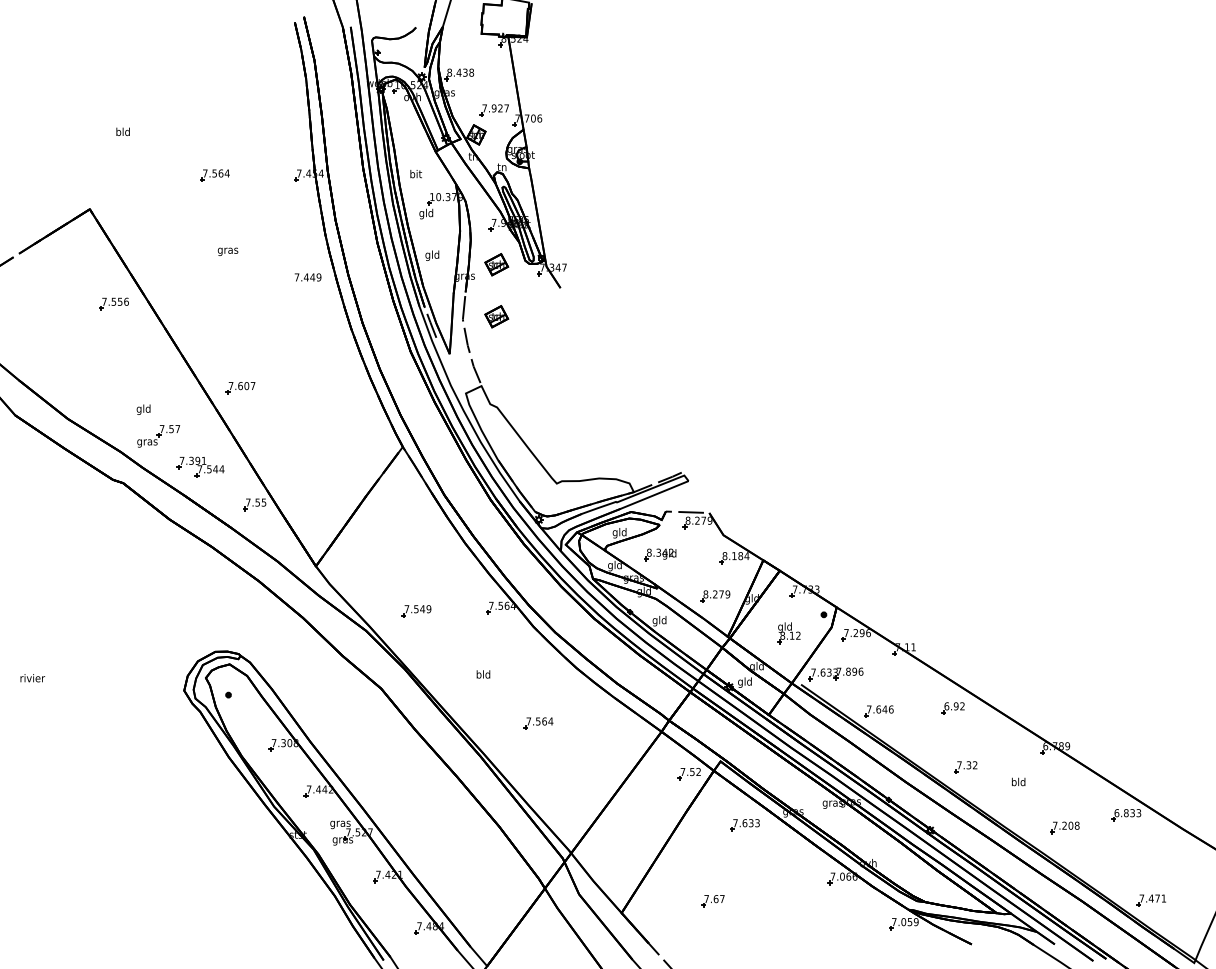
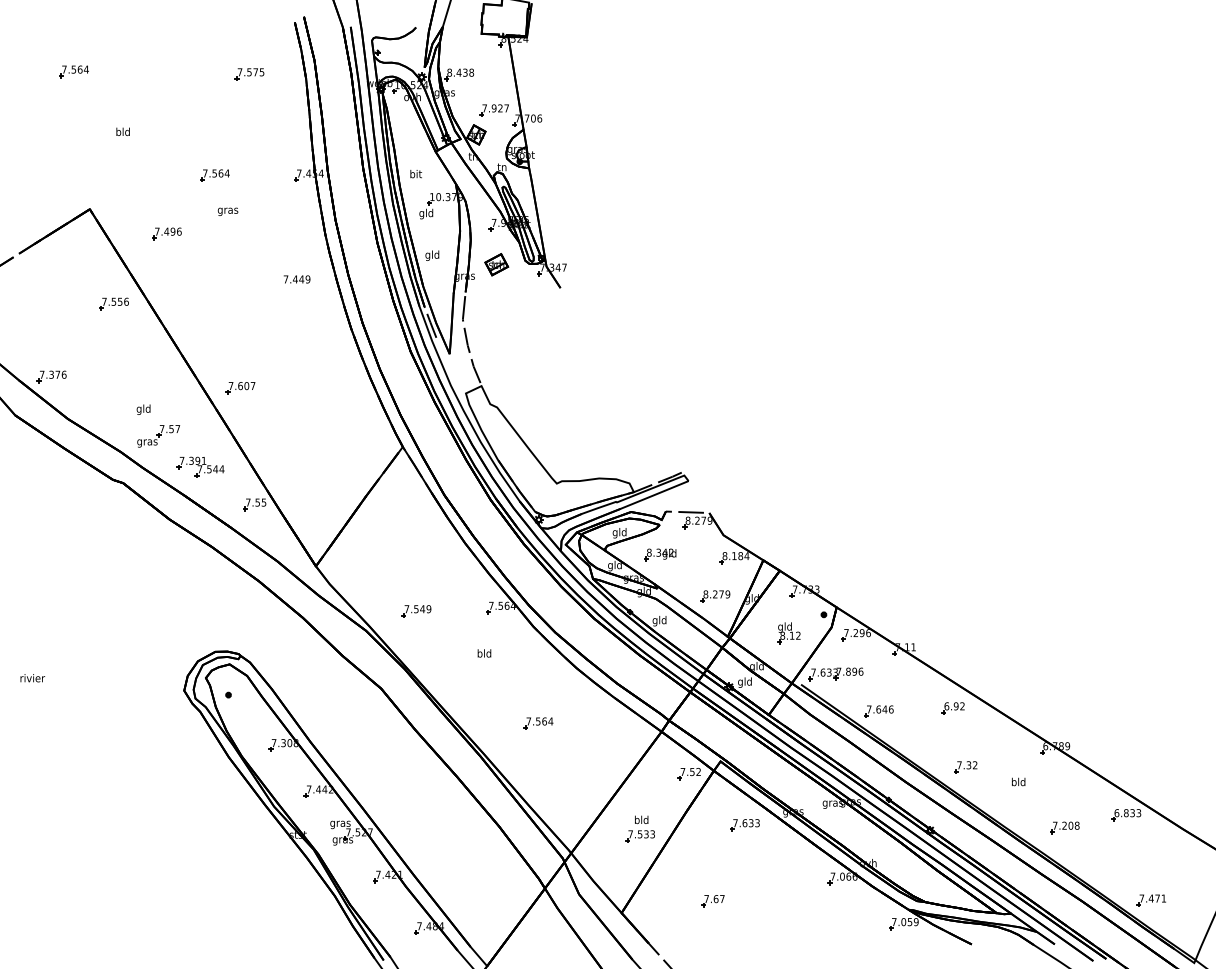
part at (73, 71): none -> present
part at (249, 74): none -> present
part at (166, 233): none -> present
text at (227, 251) position: (227, 251) -> (227, 211)
text at (307, 277) position: (307, 277) -> (296, 279)
part at (496, 316): present -> none
part at (51, 376): none -> present
text at (483, 674) position: (483, 674) -> (484, 653)
part at (639, 828): none -> present
